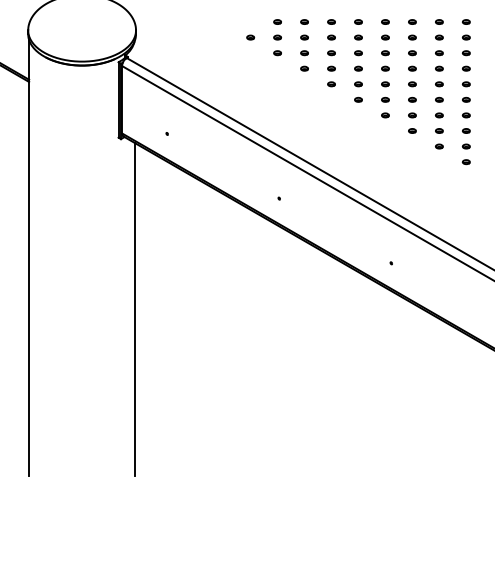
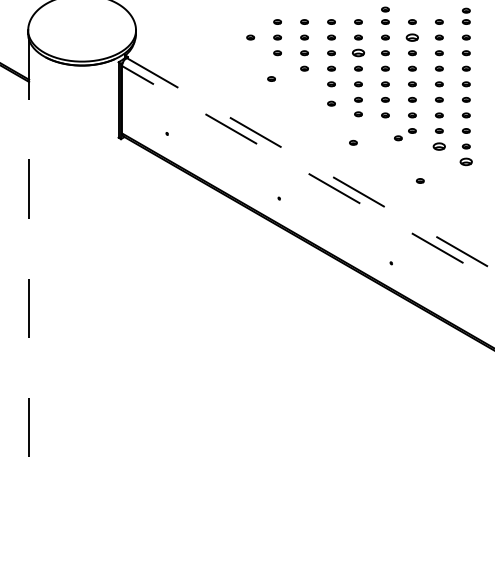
part at (385, 9): none -> present
part at (466, 10): none -> present
part at (412, 37) size: 9x7 px -> 14x9 px
part at (358, 53) size: 9x7 px -> 13x10 px
part at (271, 78): none -> present
part at (331, 103): none -> present
part at (358, 114): none -> present
part at (398, 138): none -> present
part at (353, 142): none -> present
part at (439, 146) size: 9x7 px -> 14x9 px
part at (466, 162) size: 9x7 px -> 14x10 px
line at (311, 164): solid -> dashed
line at (308, 173): solid -> dashed
part at (420, 180): none -> present
line at (29, 257): solid -> dashed
line at (135, 309): present -> none
